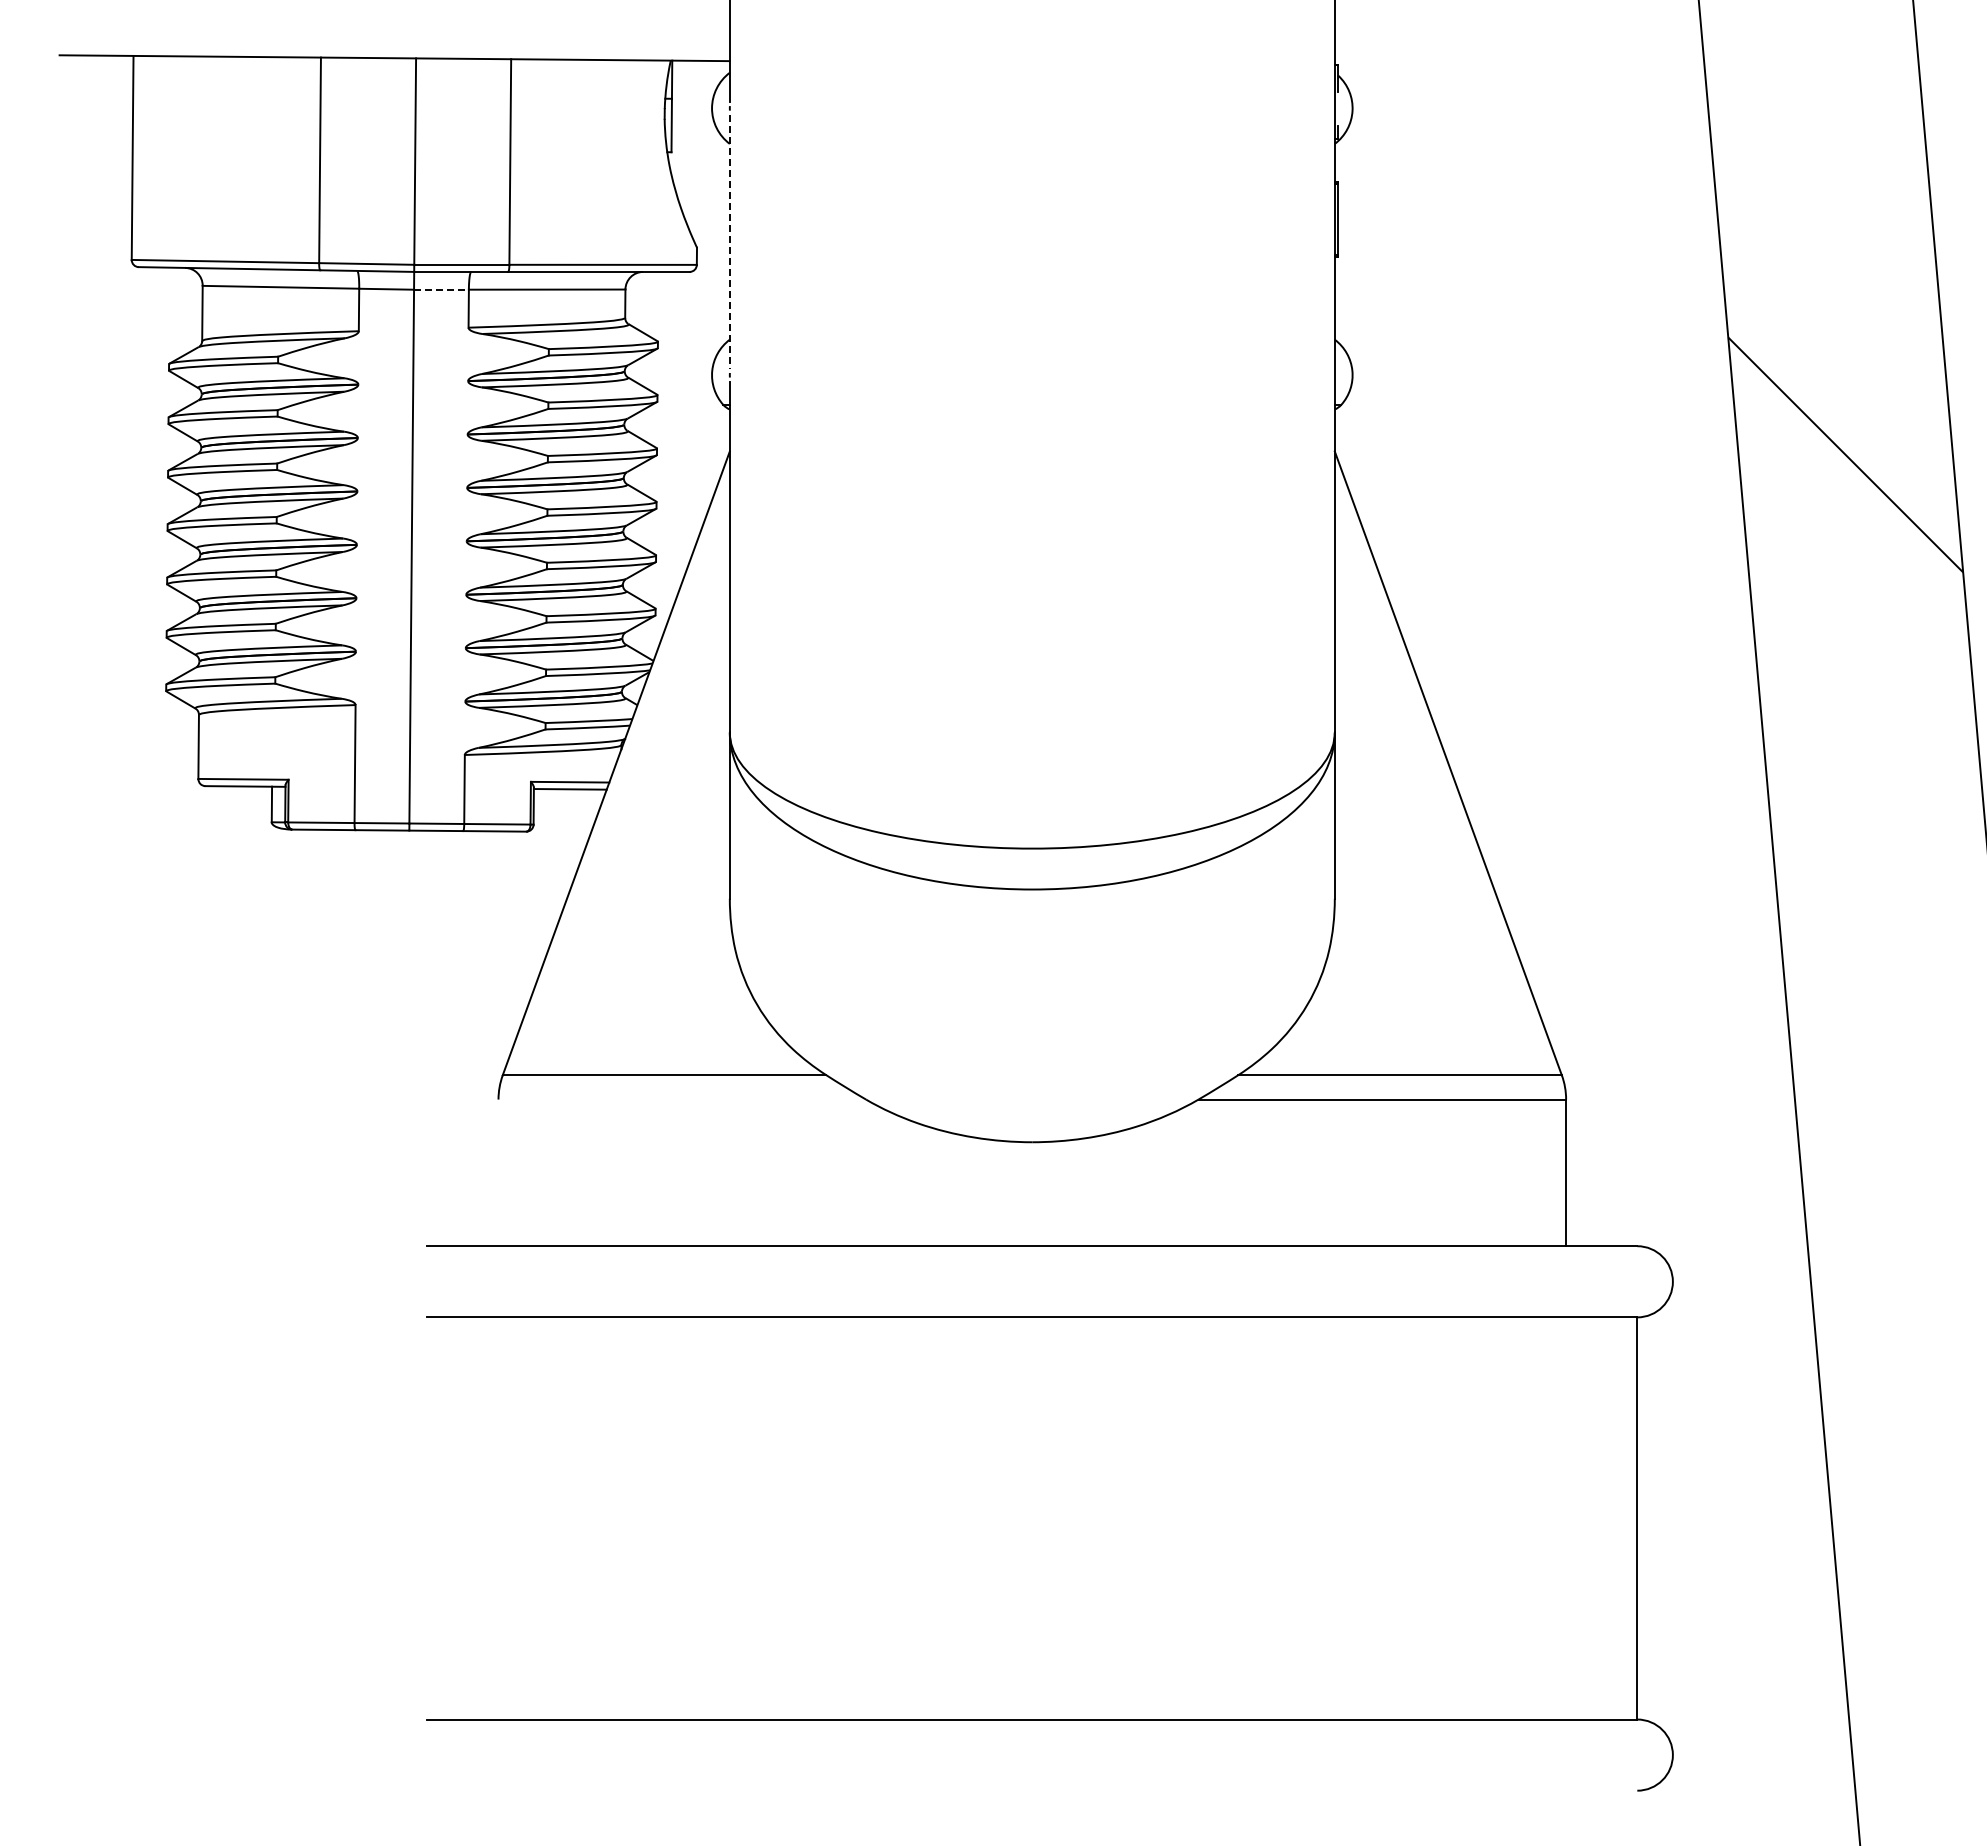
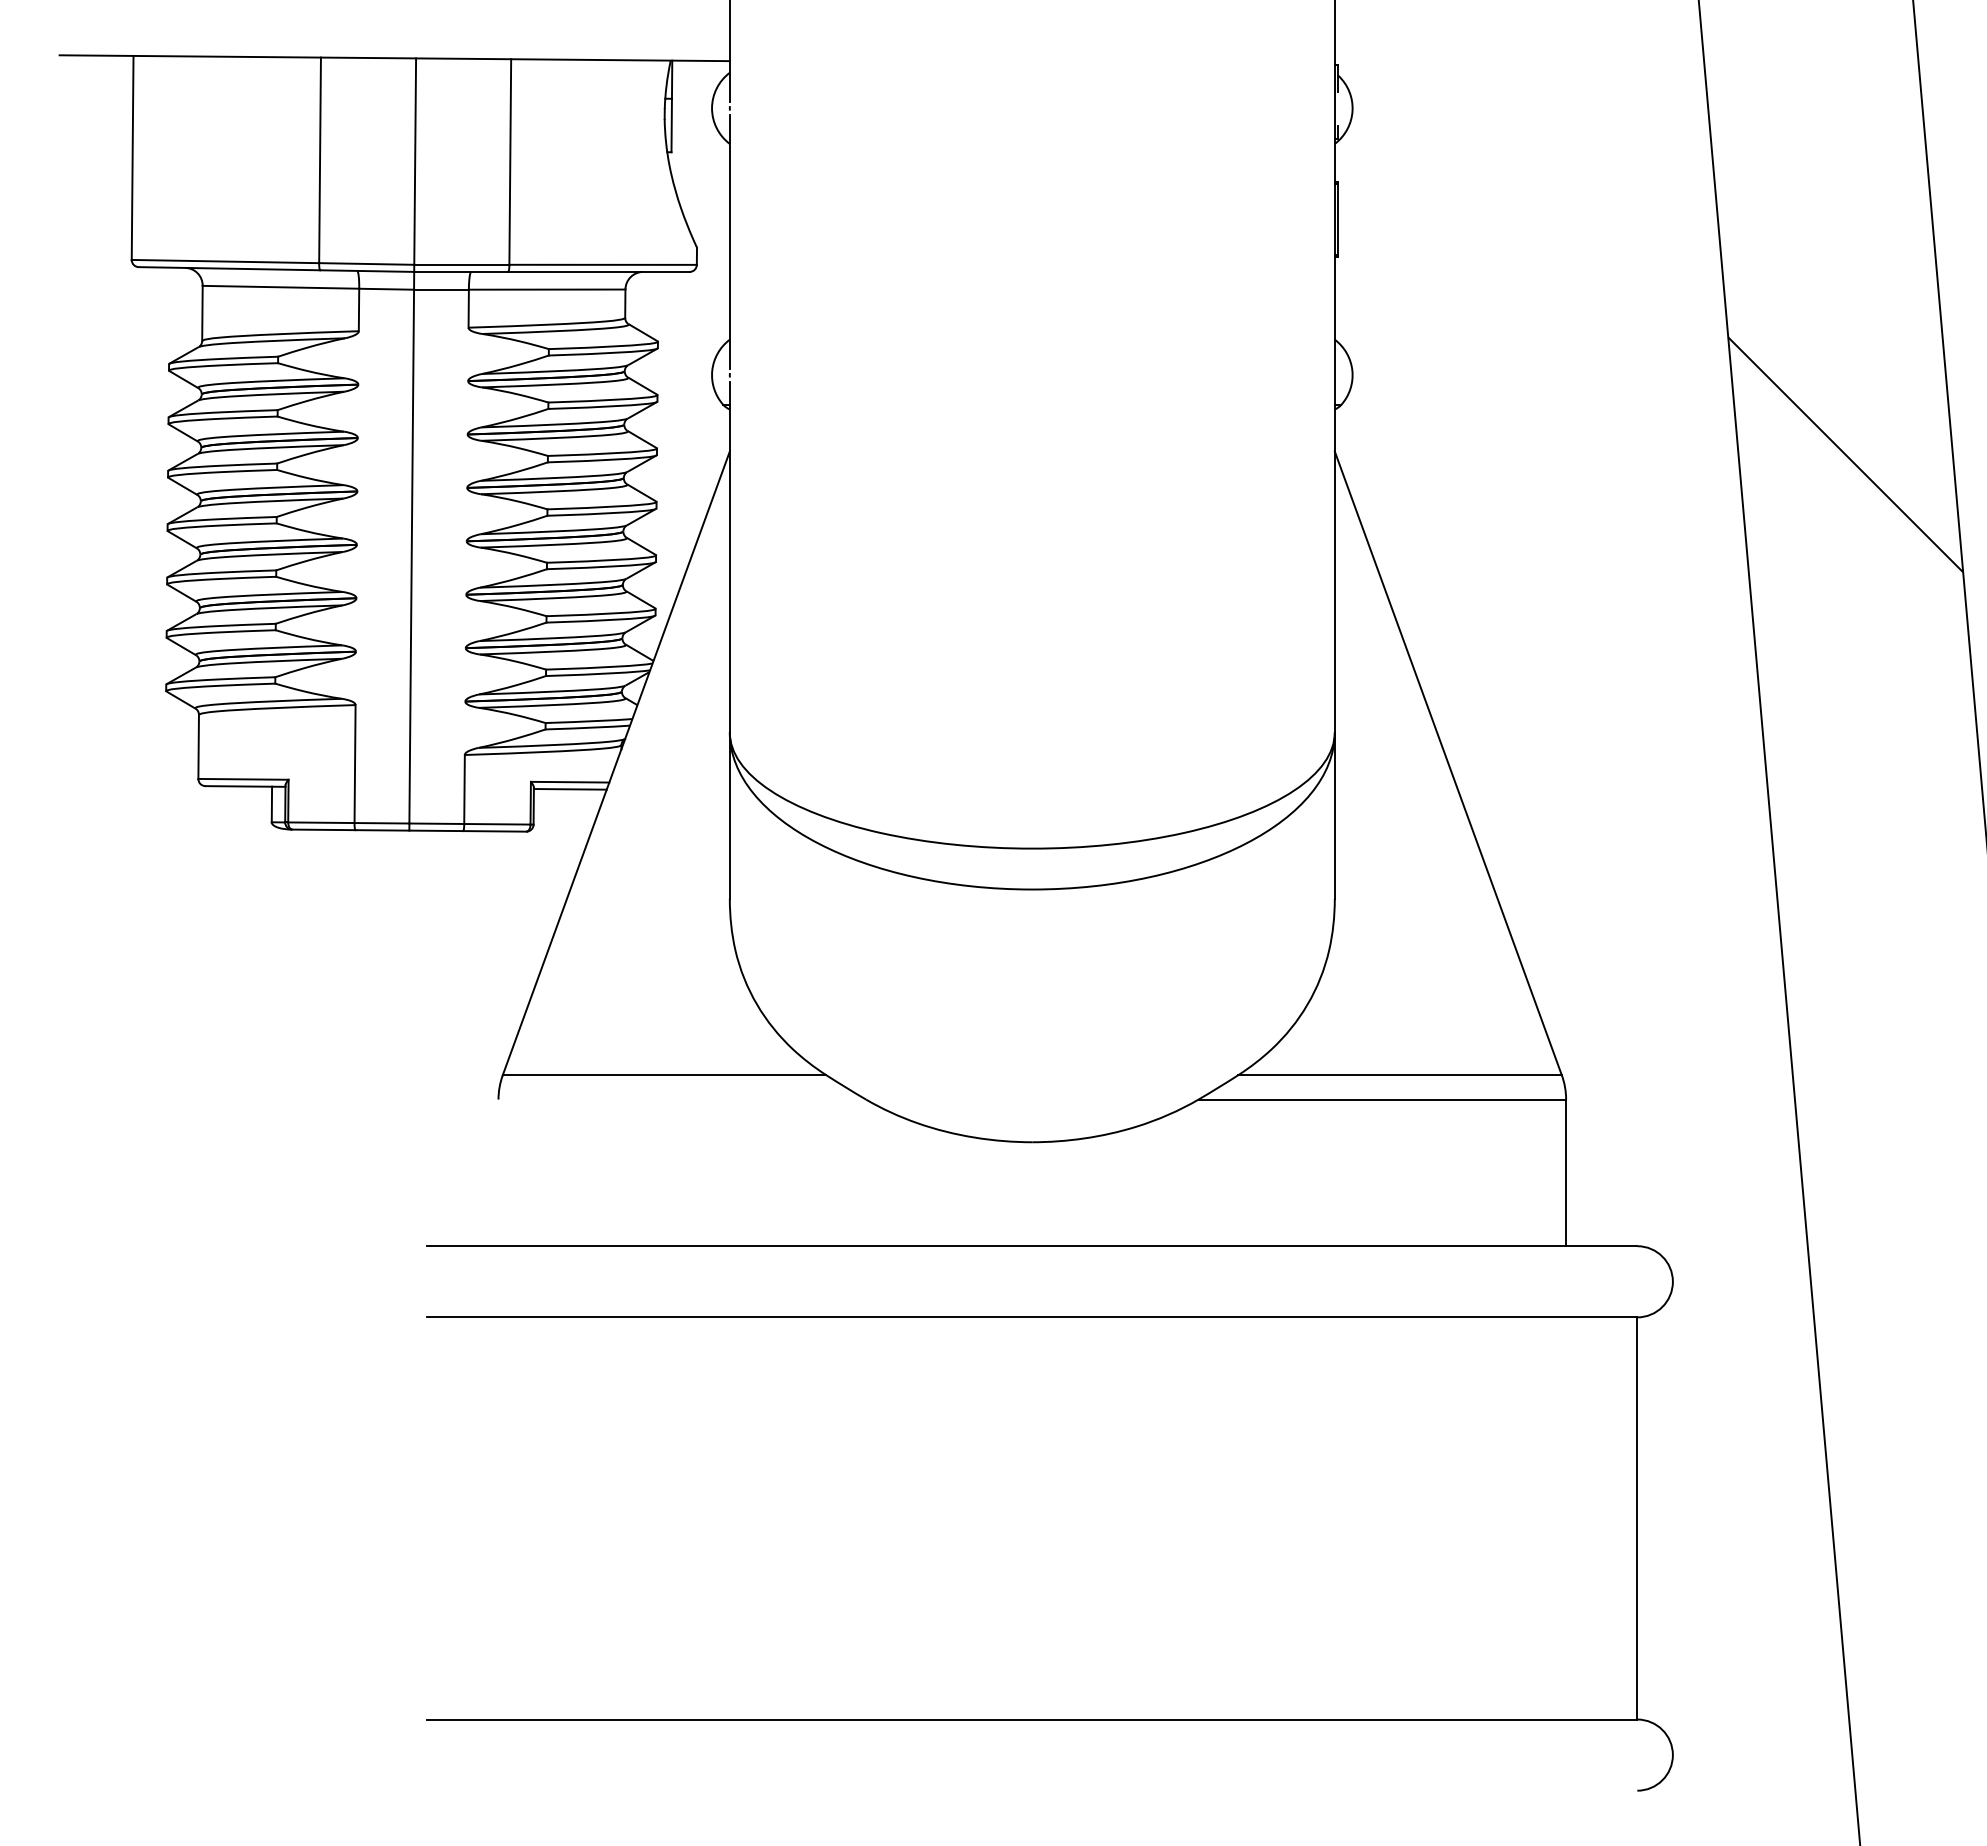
line at (729, 242): dashed -> solid
line at (441, 289): dashed -> solid
